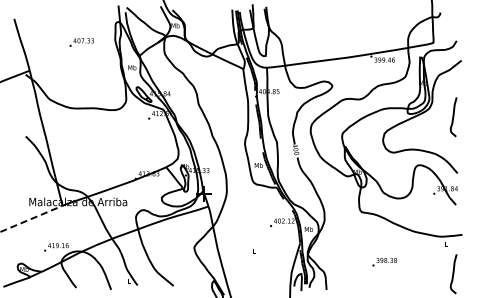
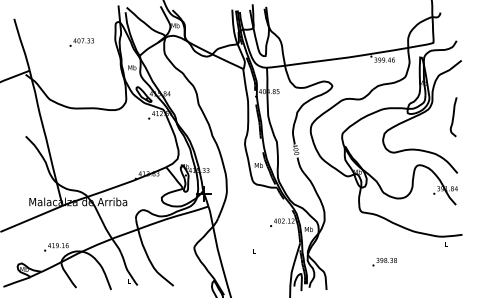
line at (31, 219): dashed -> solid
curve at (453, 274): present -> none
